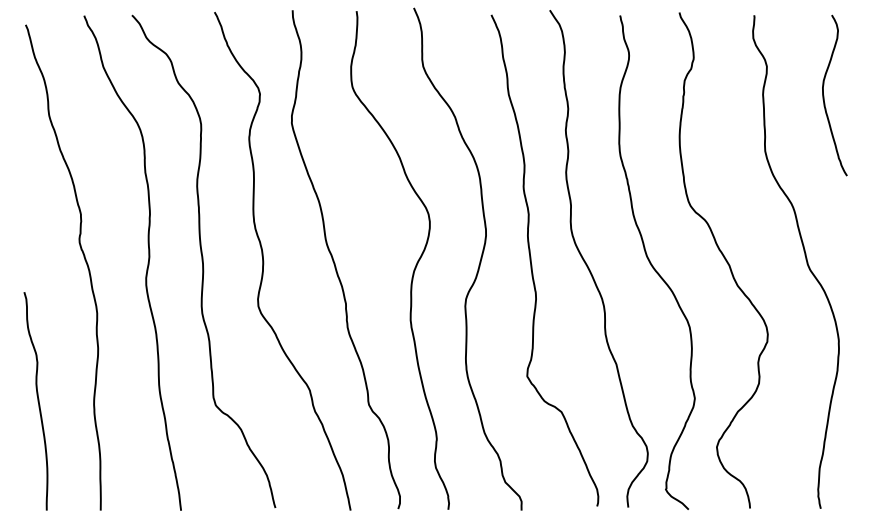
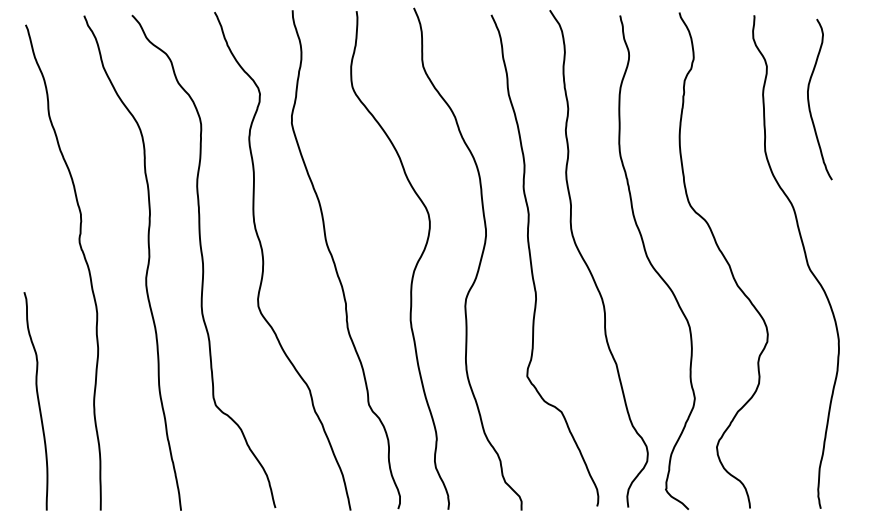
curve at (824, 95) position: (824, 95) -> (809, 99)
